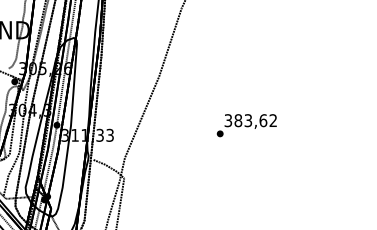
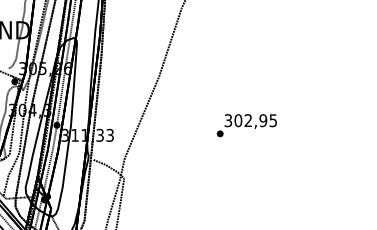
text at (255, 120): 383,62 -> 302,95
